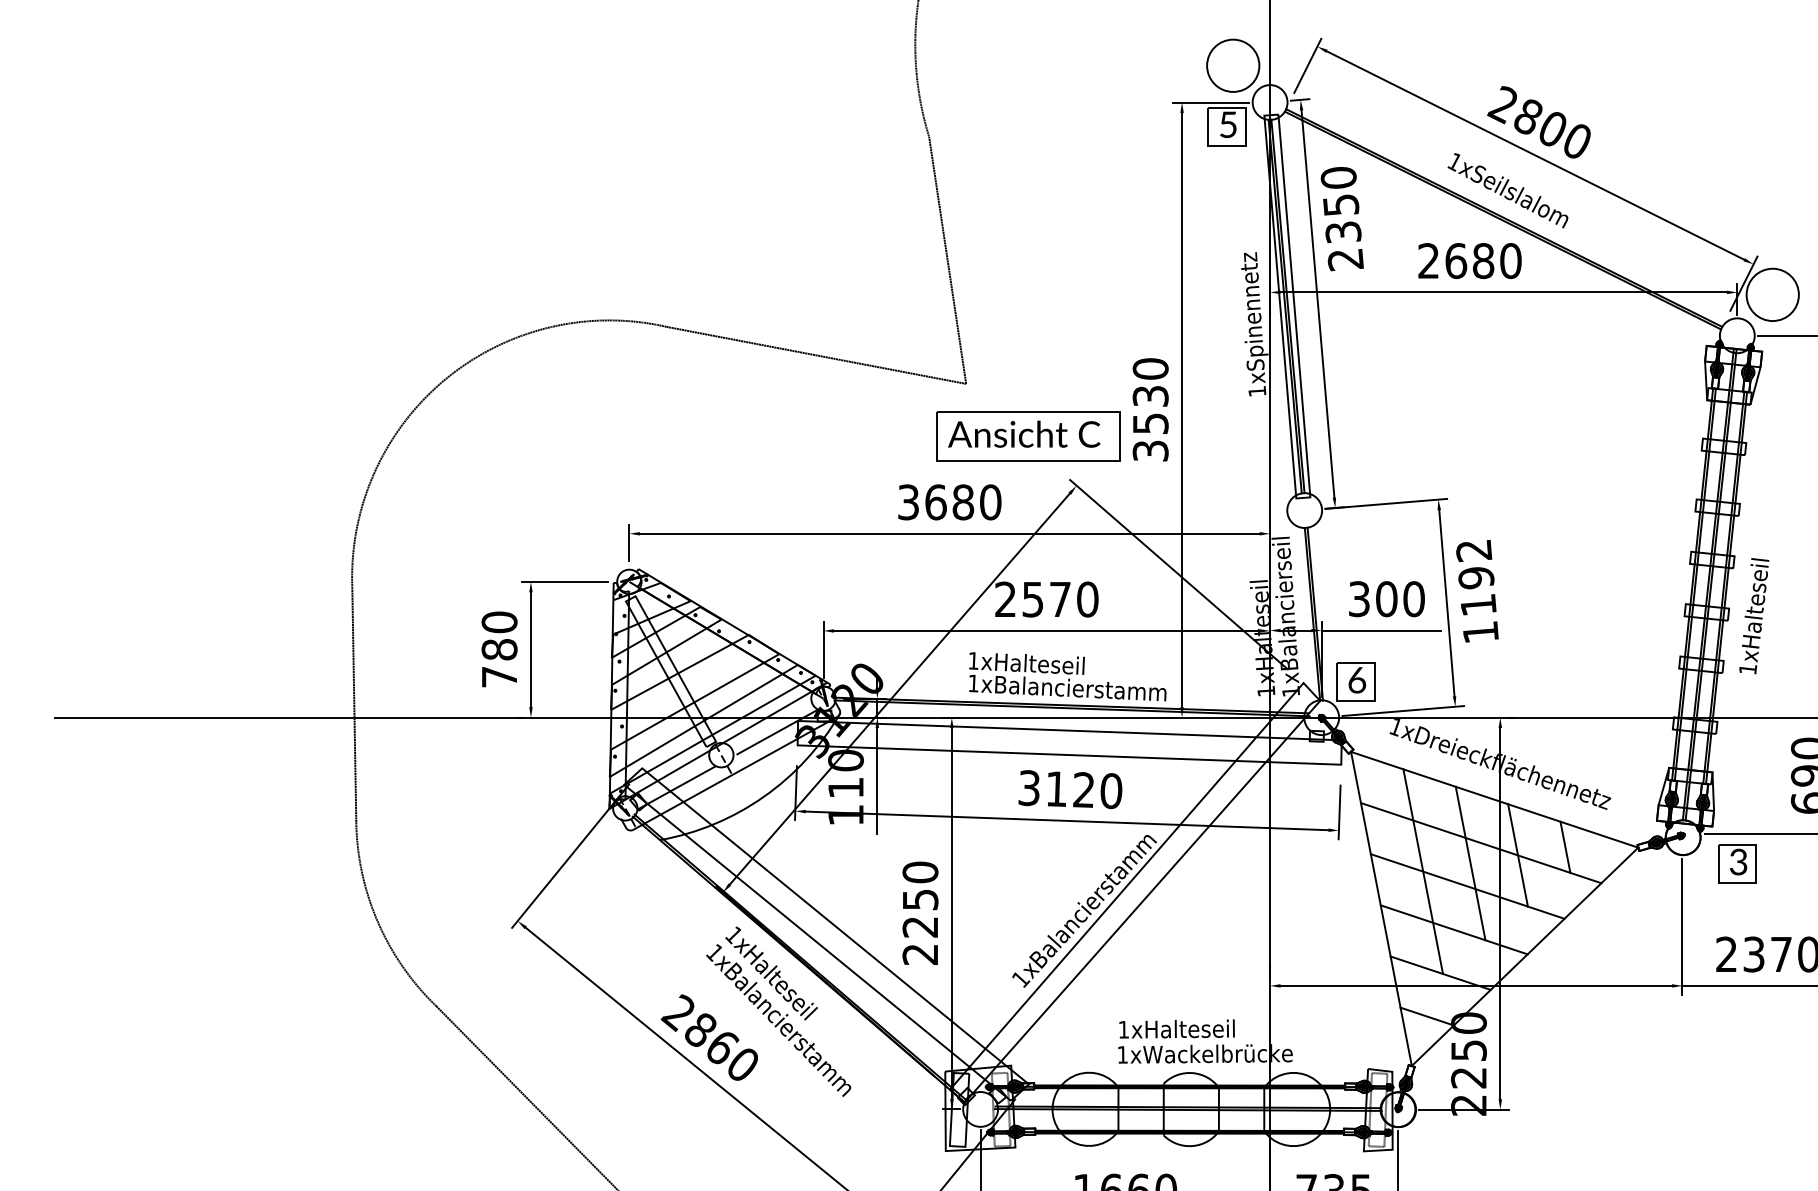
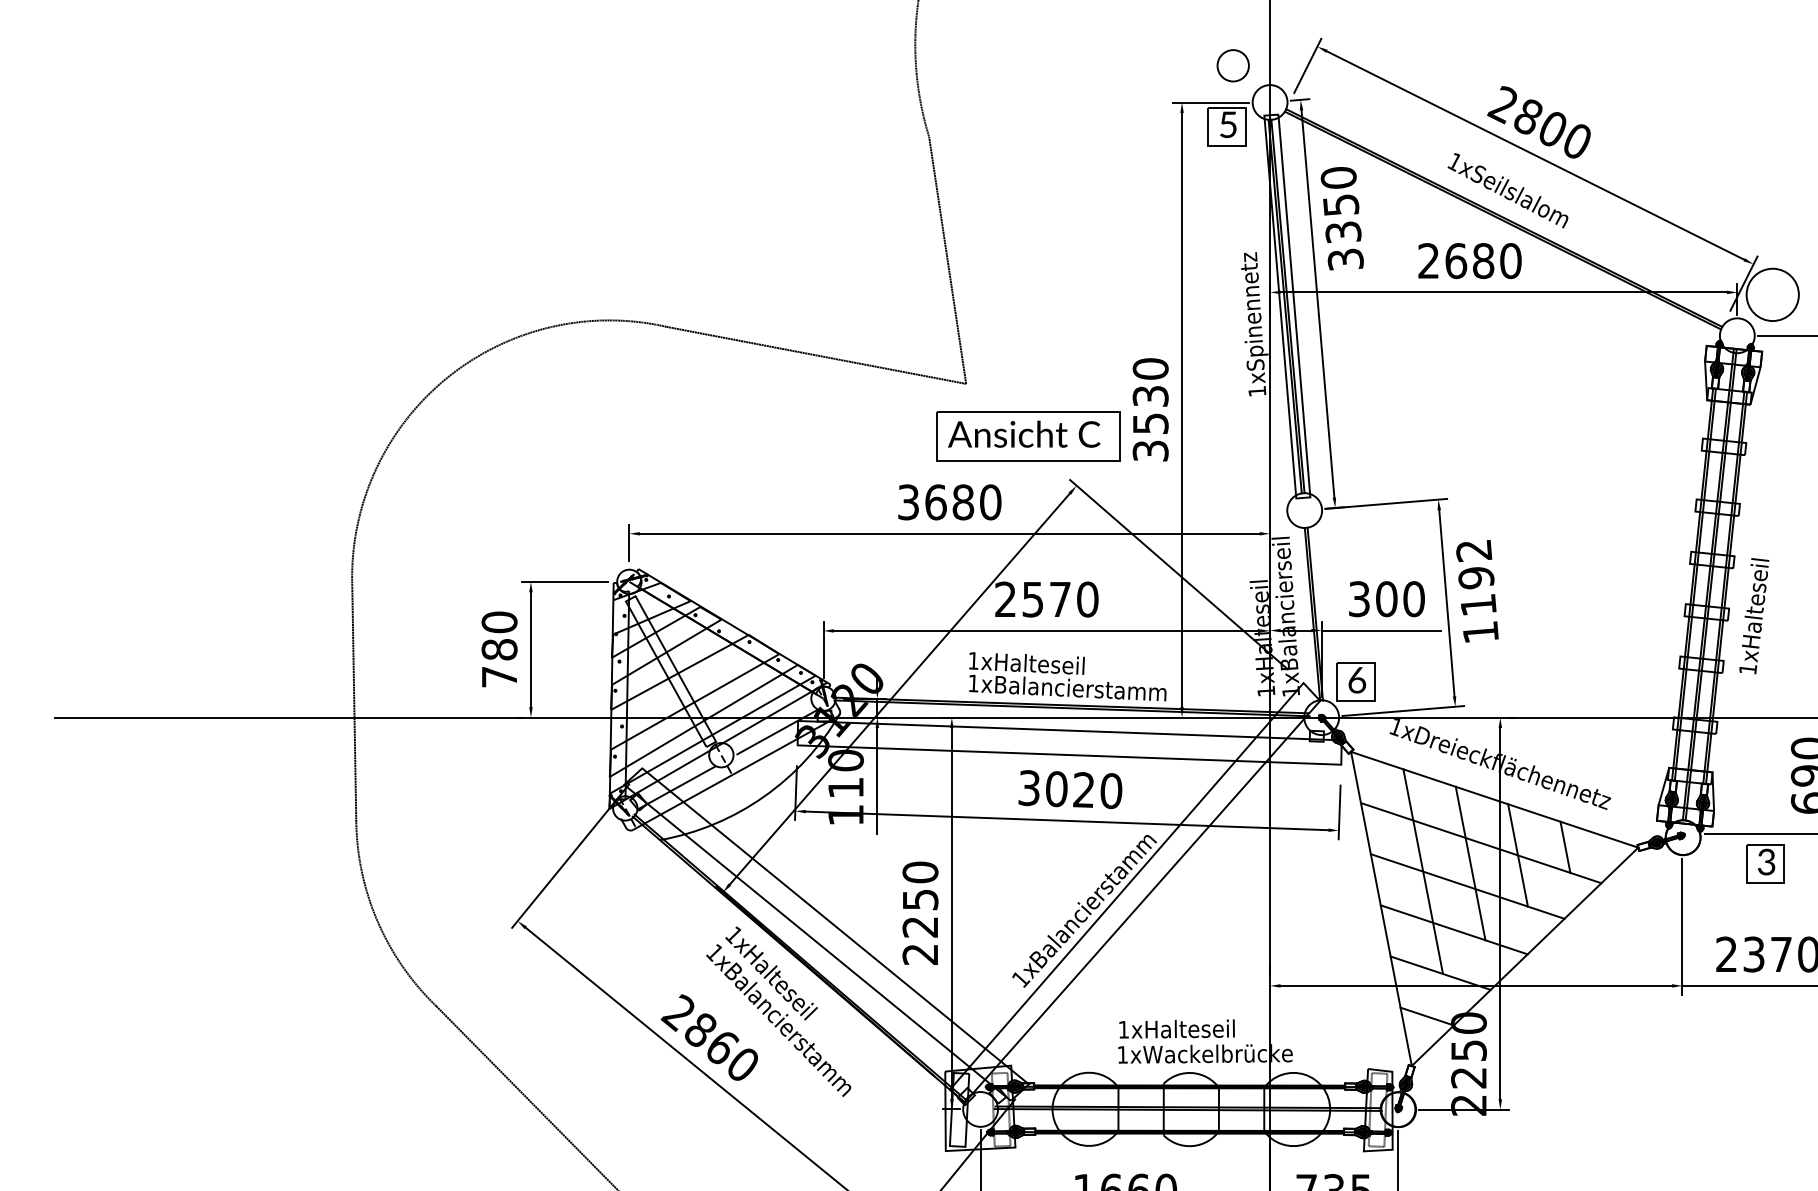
circle at (1233, 65) diameter: 52 px -> 31 px
text at (1345, 259): 2350 -> 3350
text at (1056, 789): 3120 -> 3020
part at (1737, 863) position: (1737, 863) -> (1765, 863)
